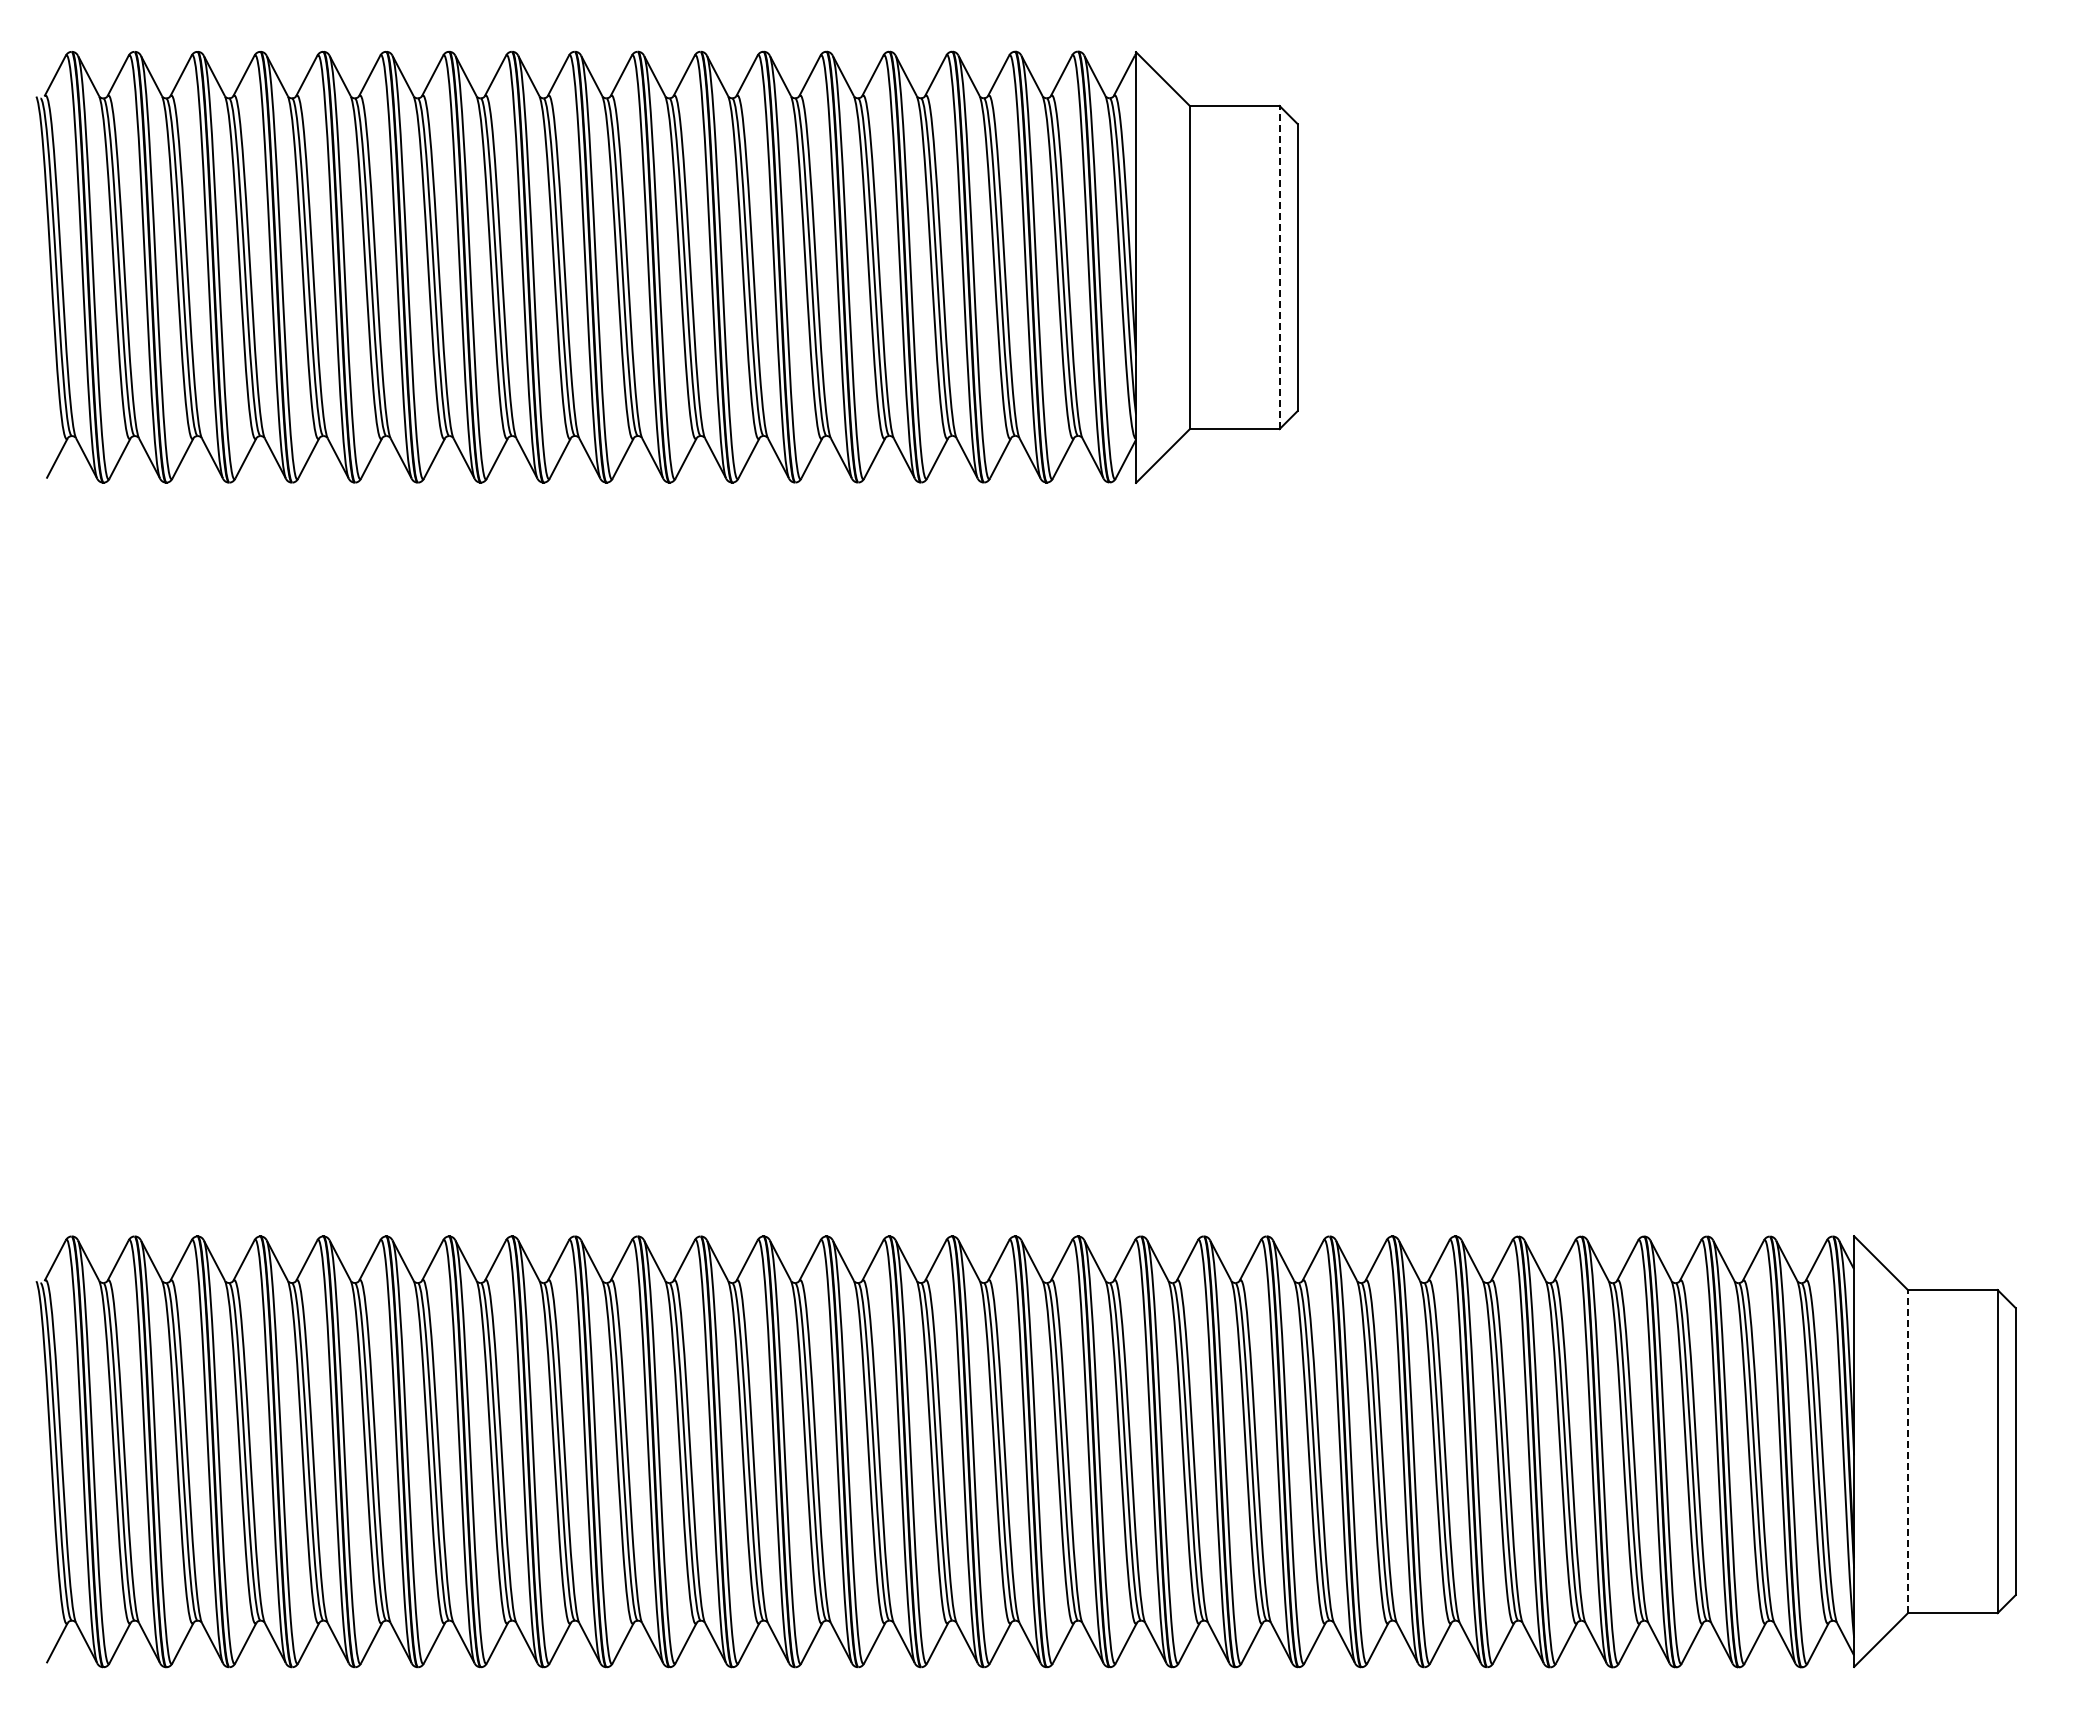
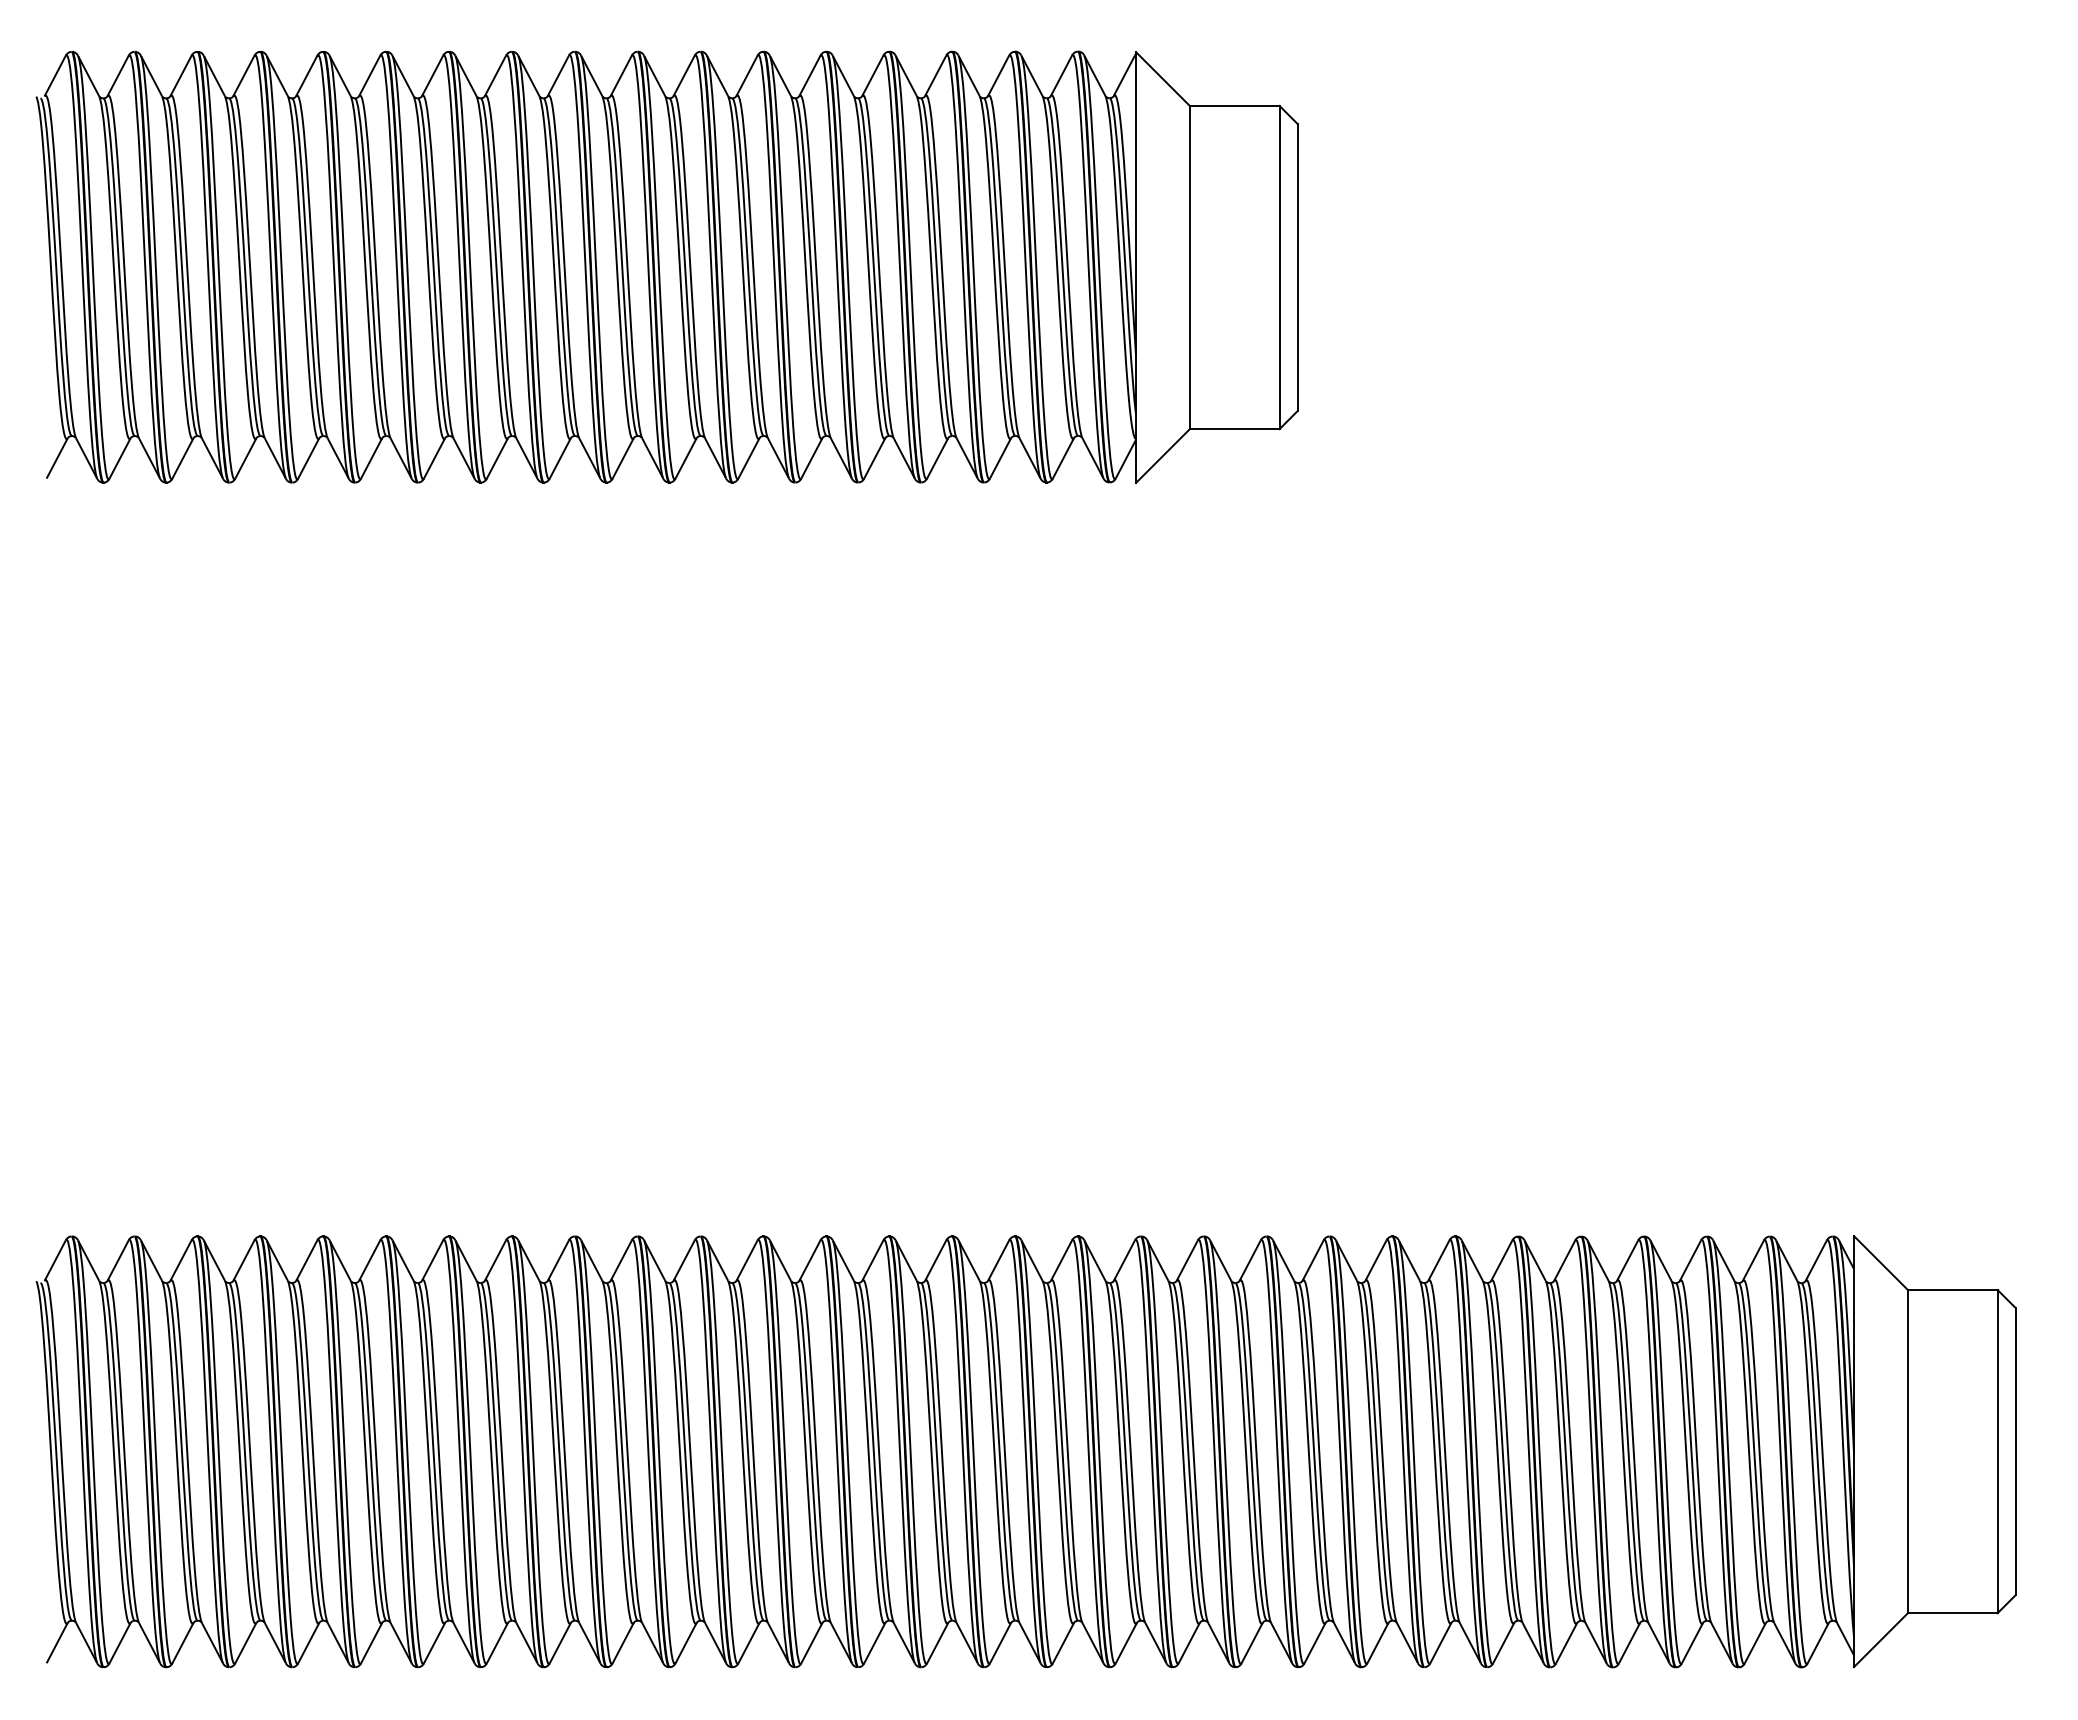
line at (1279, 267): dashed -> solid
line at (1907, 1451): dashed -> solid
